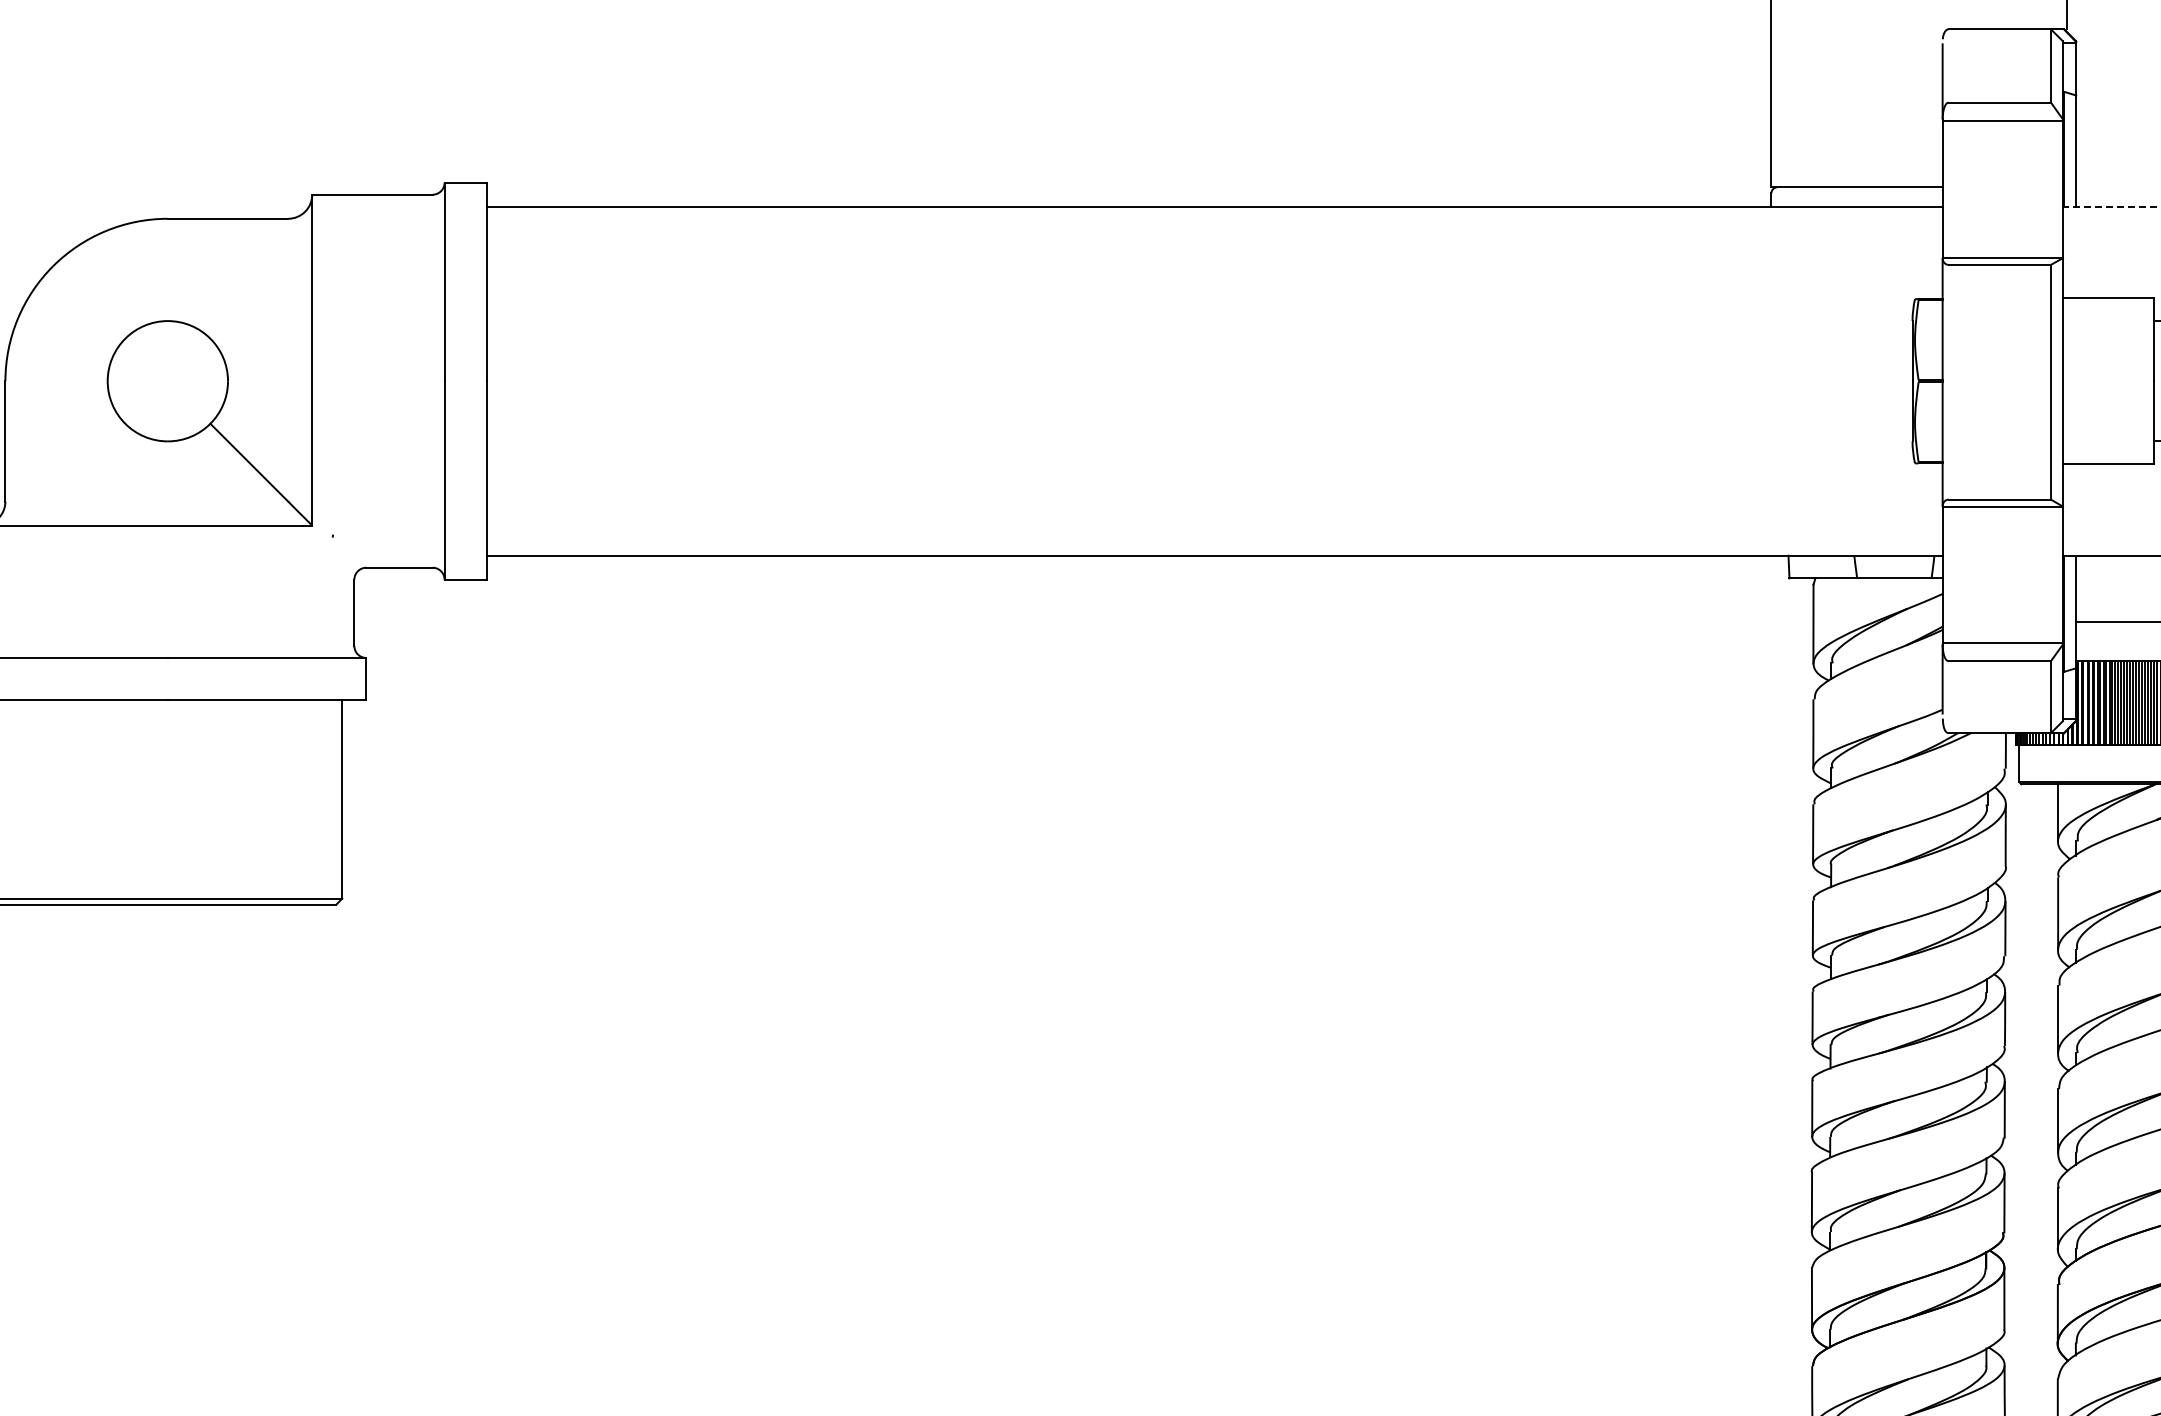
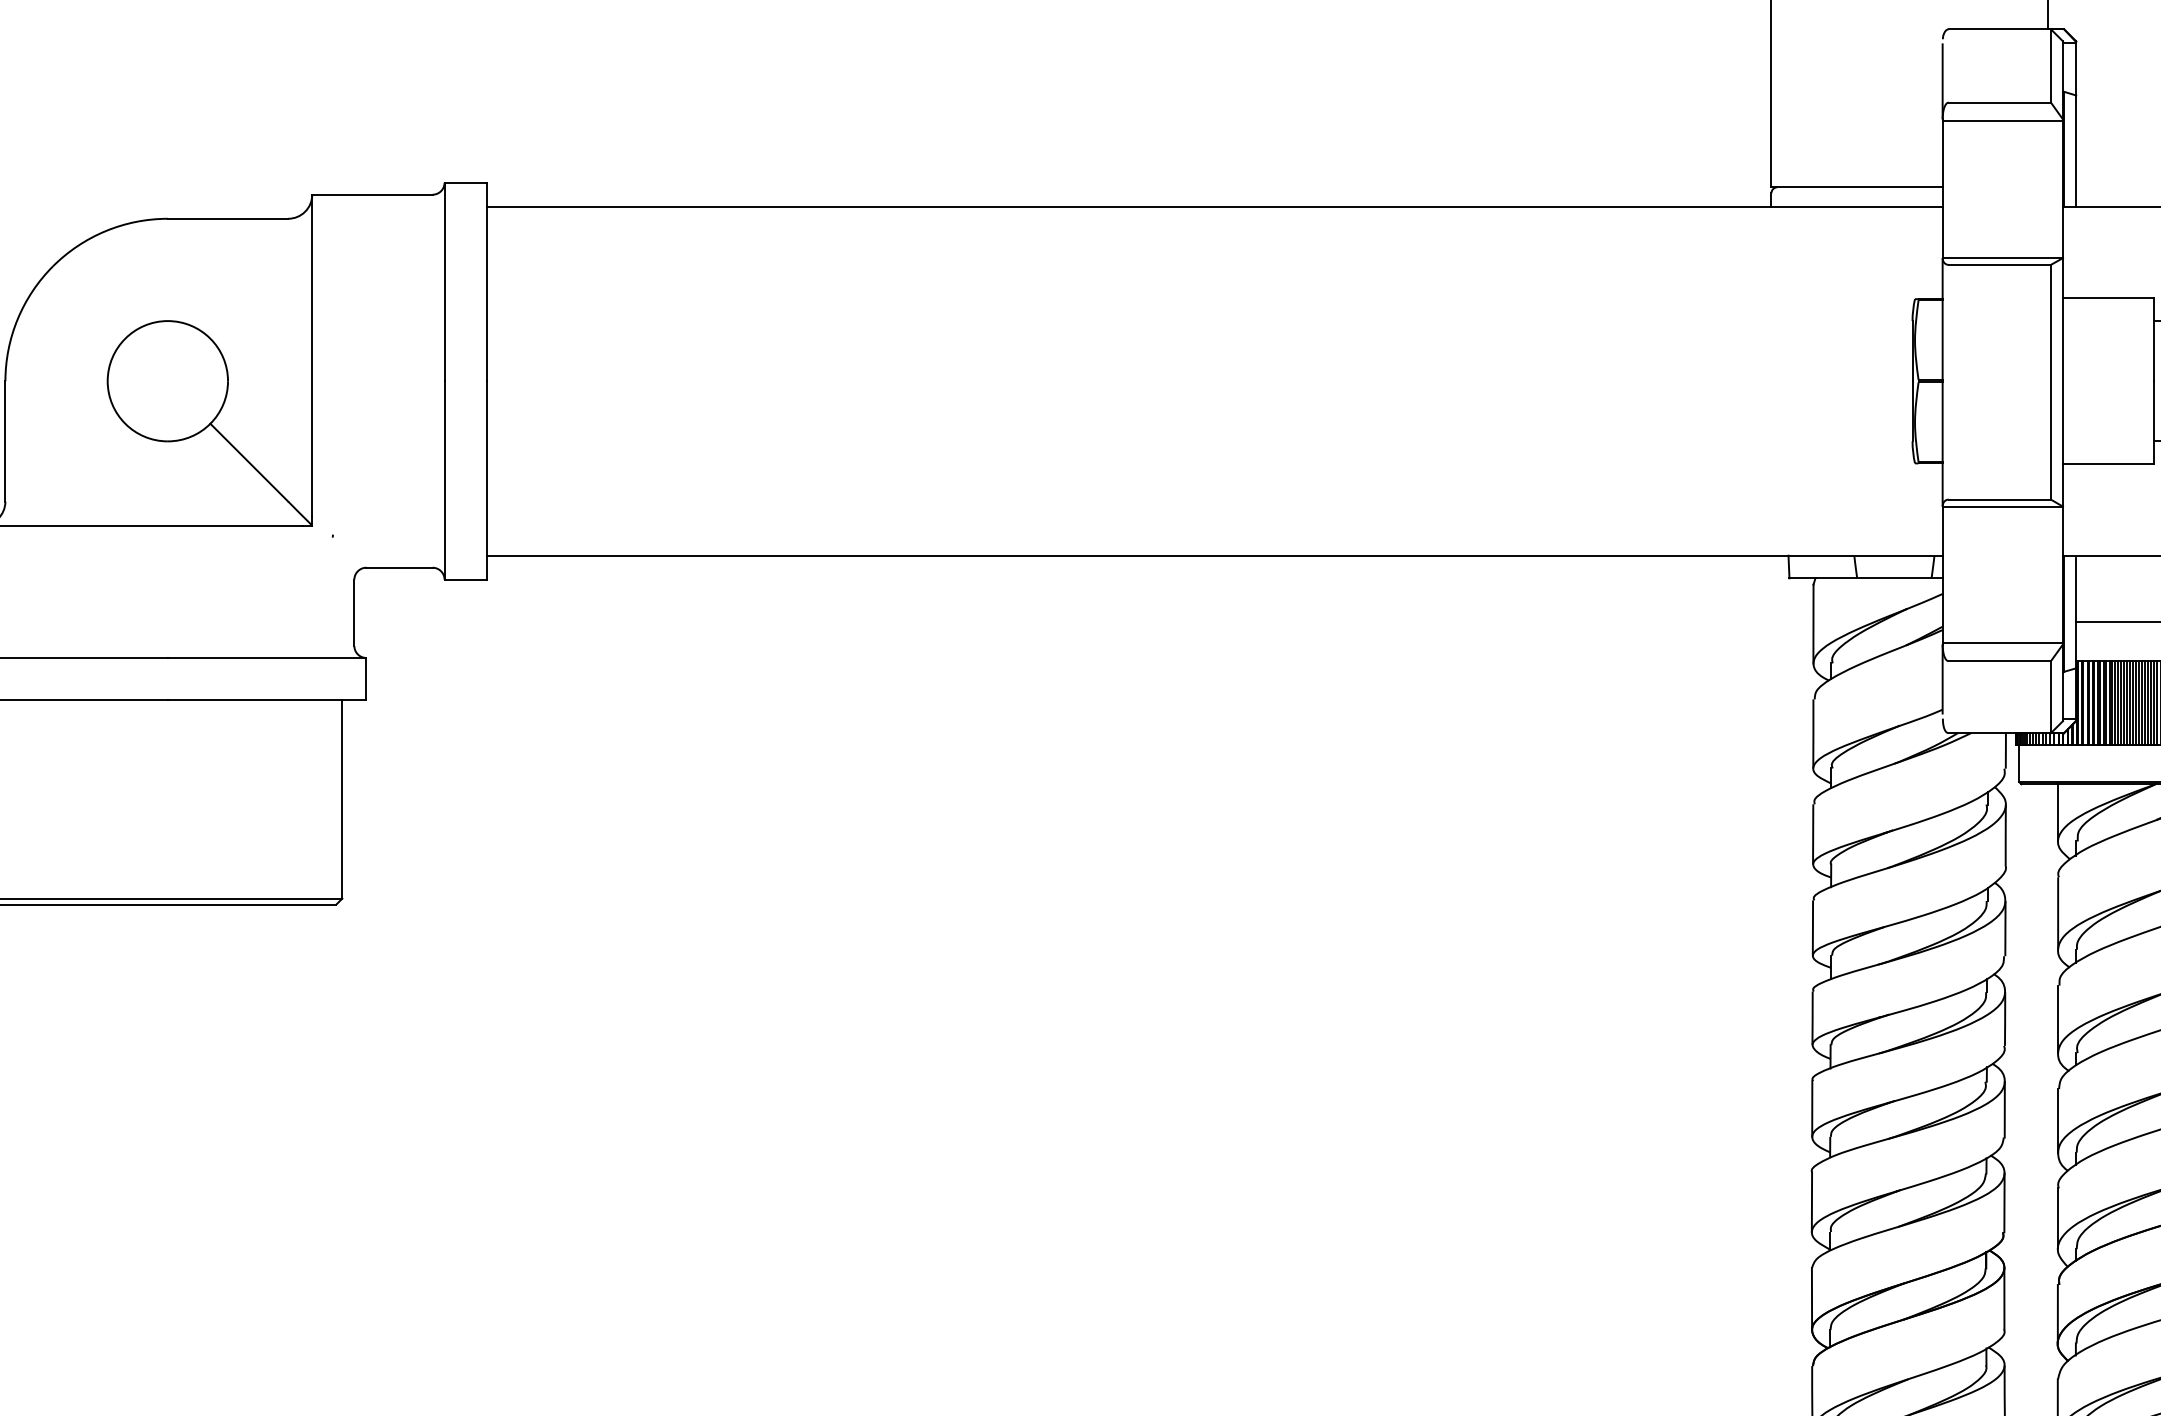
line at (2067, 15) position: (2067, 15) -> (2048, 15)
line at (2111, 206): dashed -> solid
